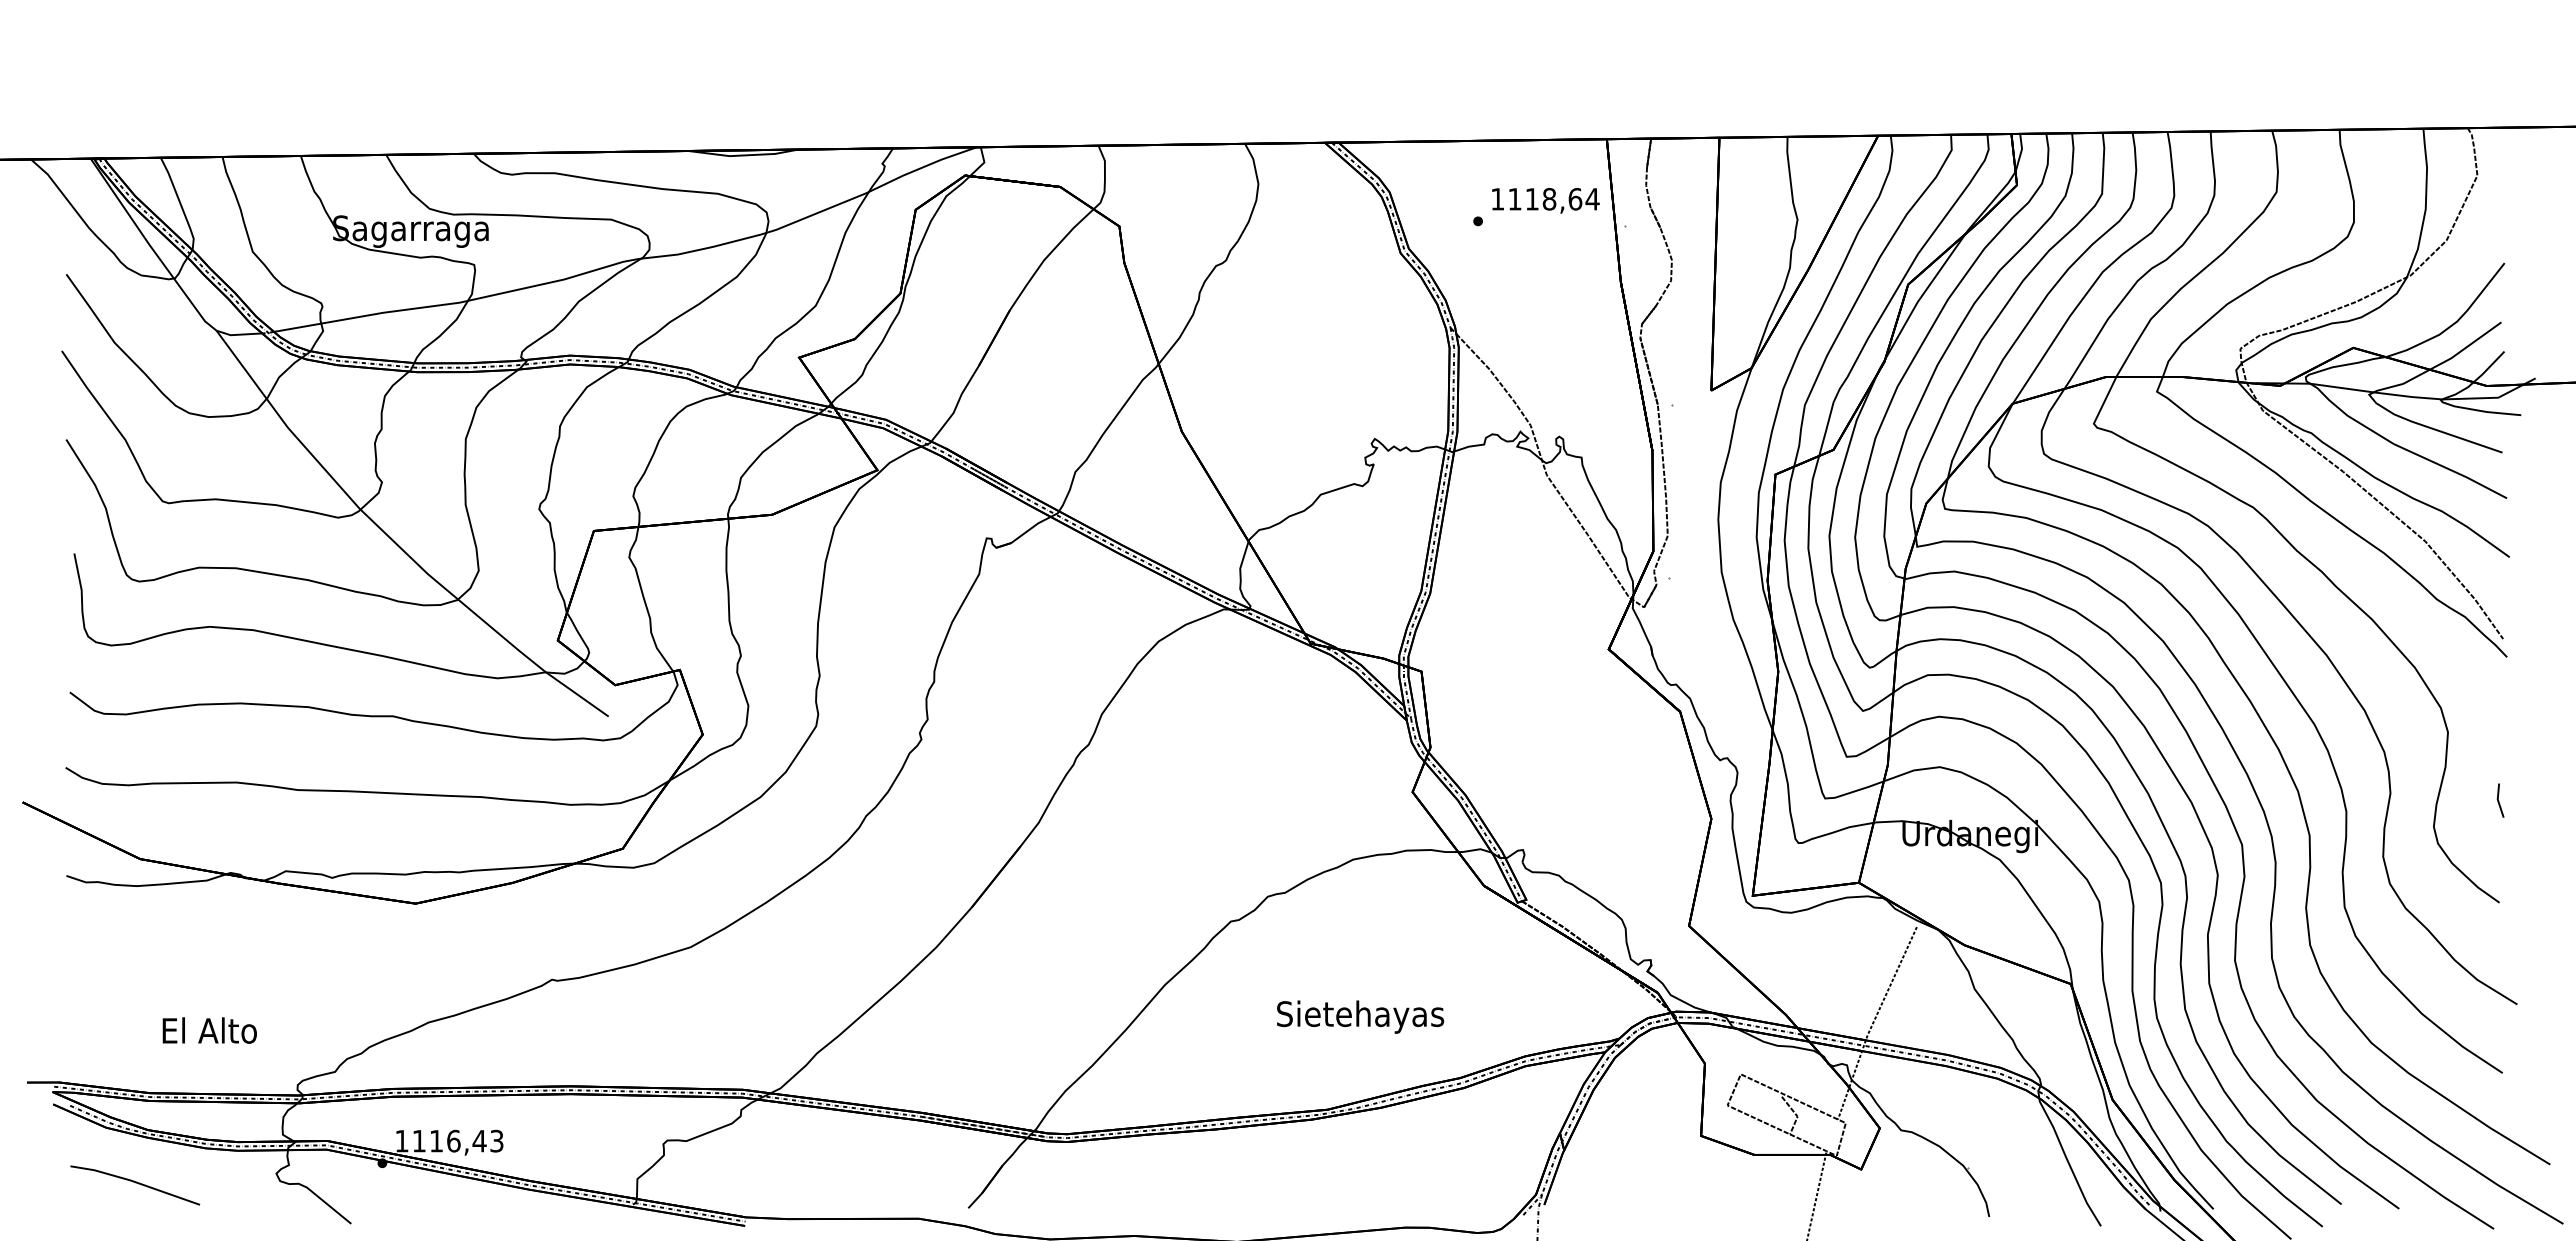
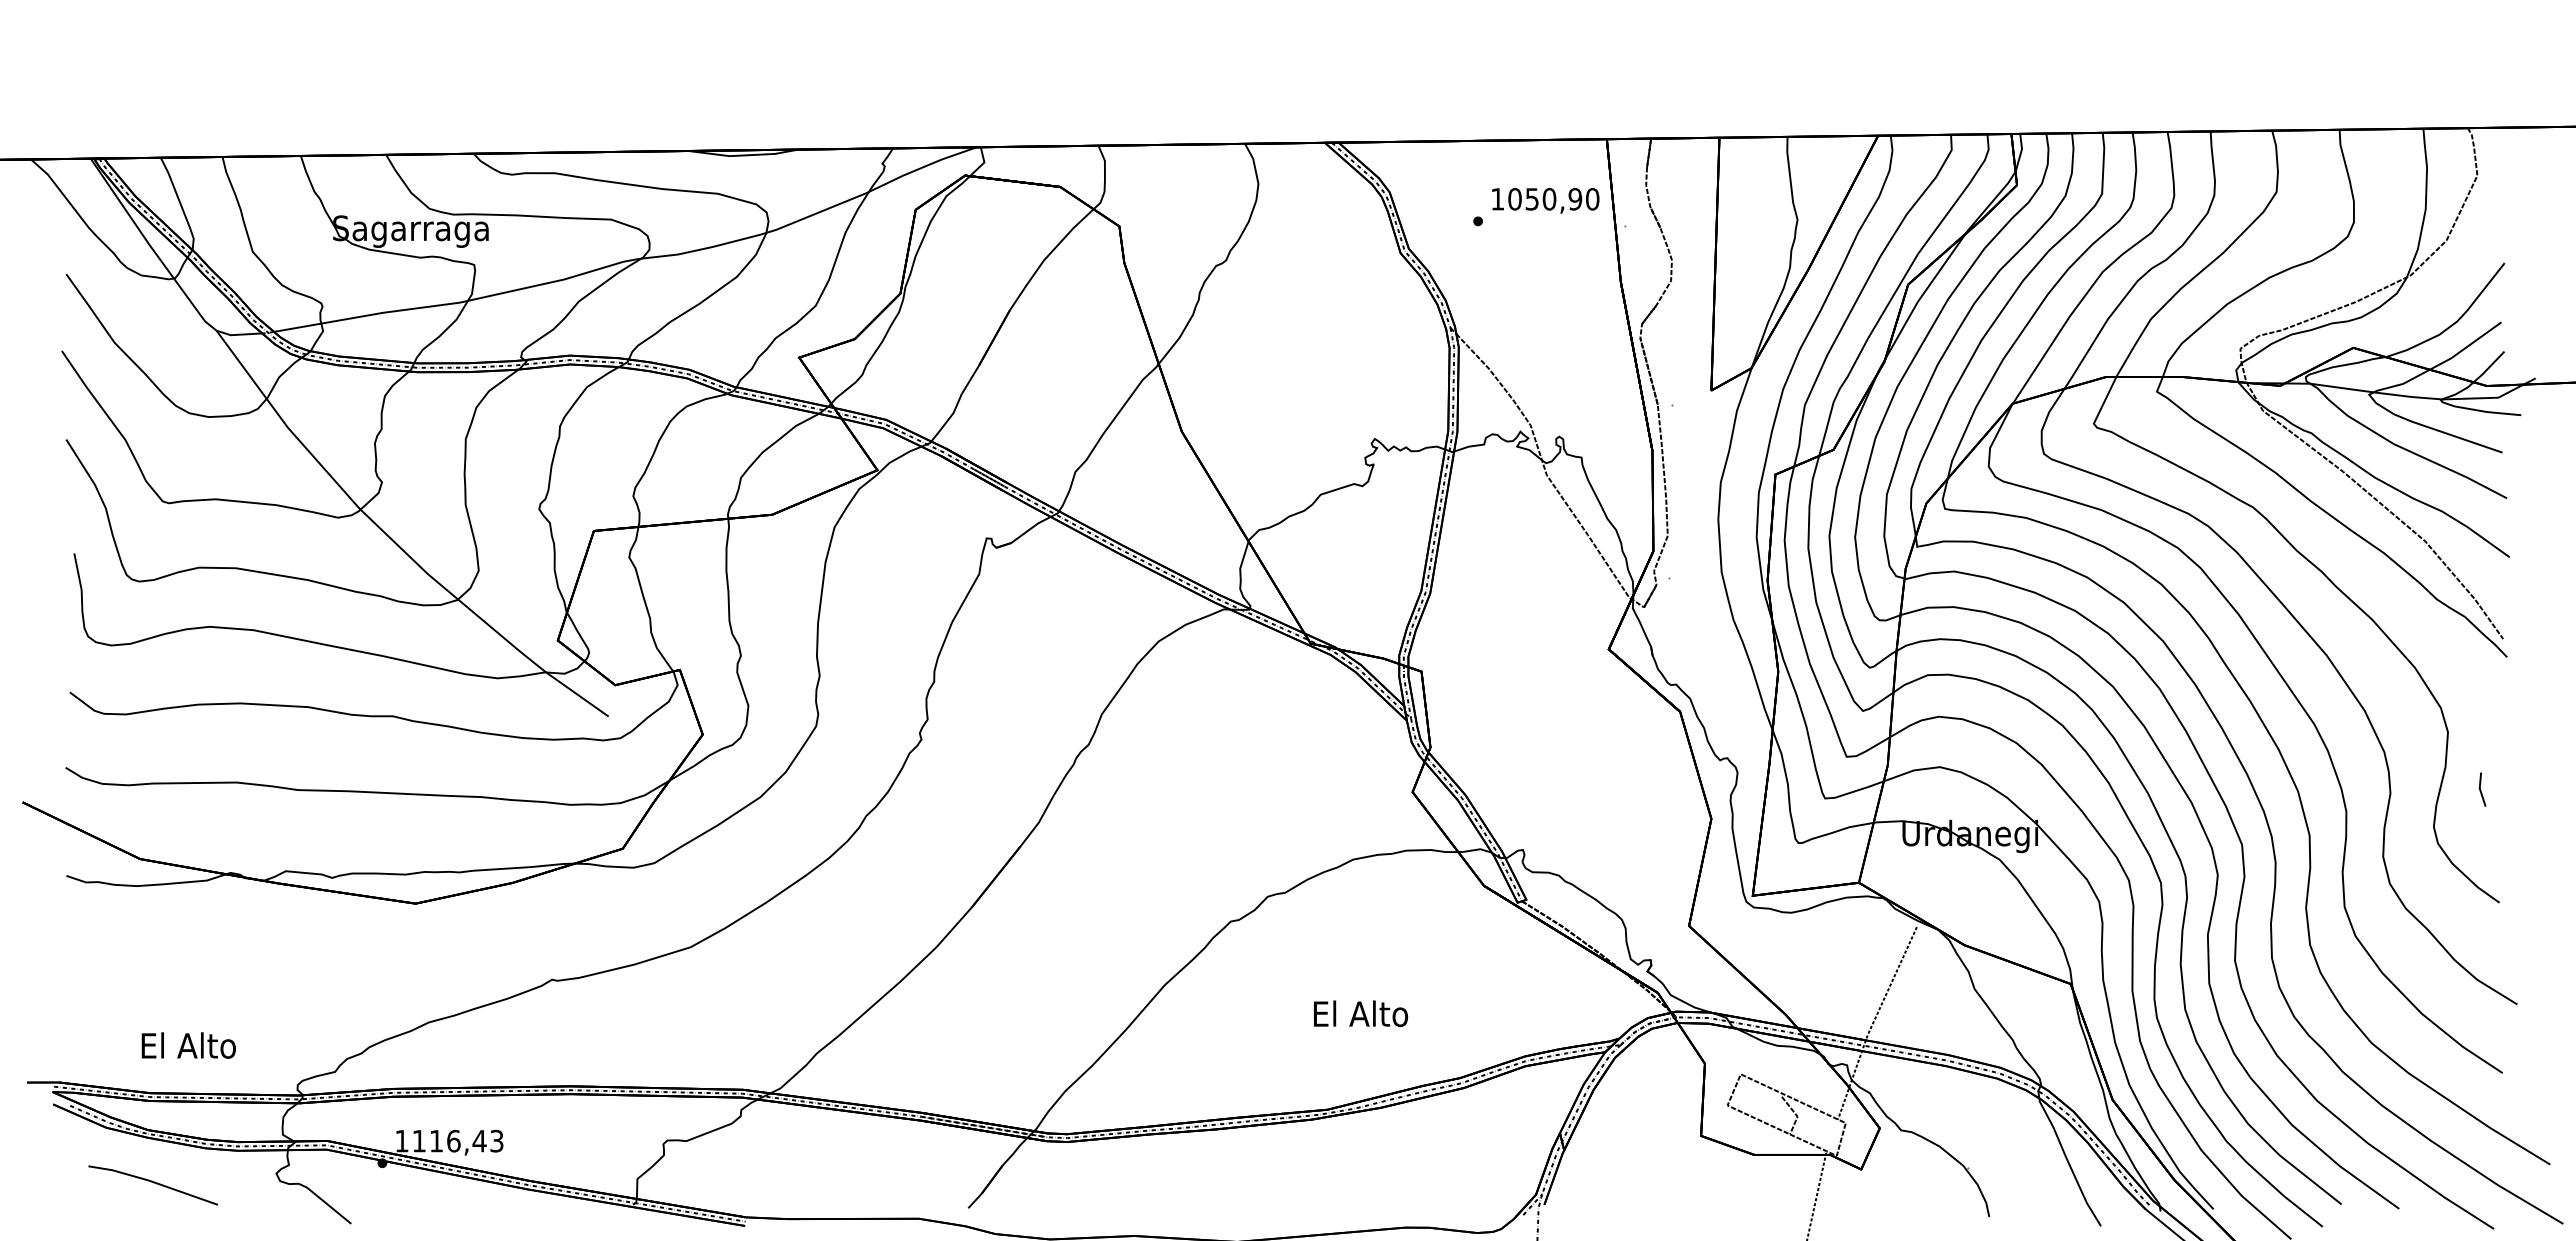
text at (1553, 199): 1118,64 -> 1050,90
line at (2499, 801) position: (2499, 801) -> (2481, 790)
text at (1360, 1016): Sietehayas -> El Alto
text at (209, 1030) position: (209, 1030) -> (188, 1045)
line at (135, 1183) position: (135, 1183) -> (153, 1183)
